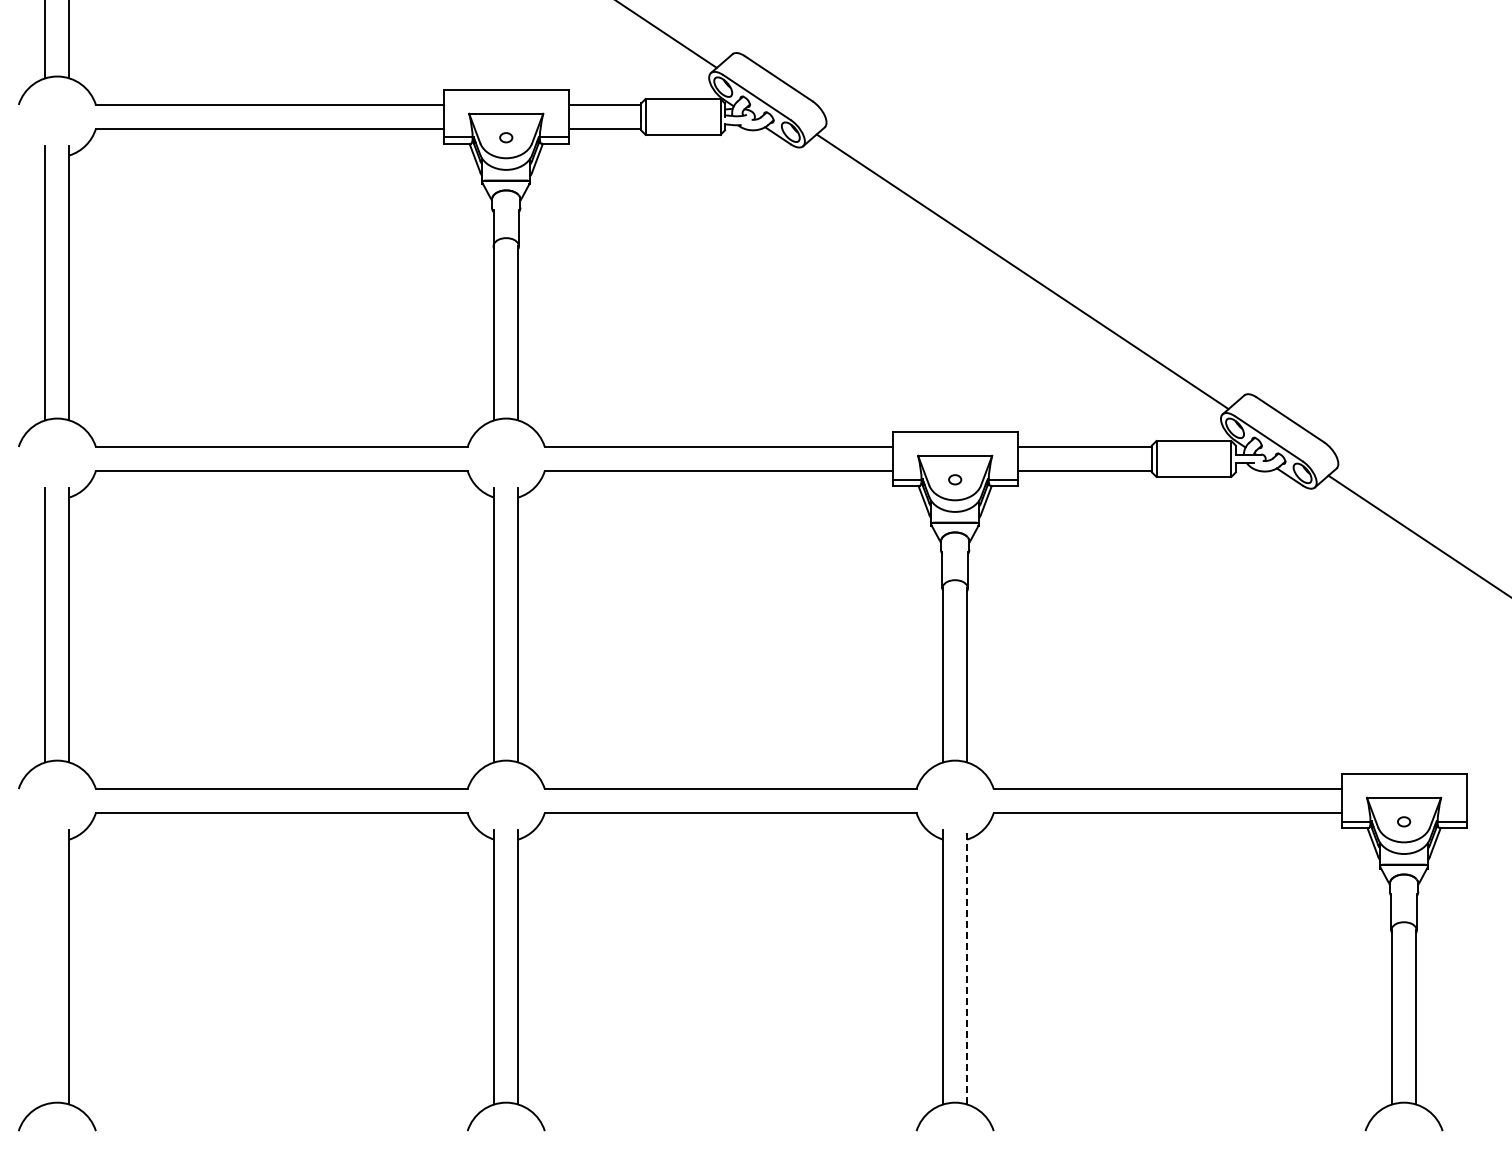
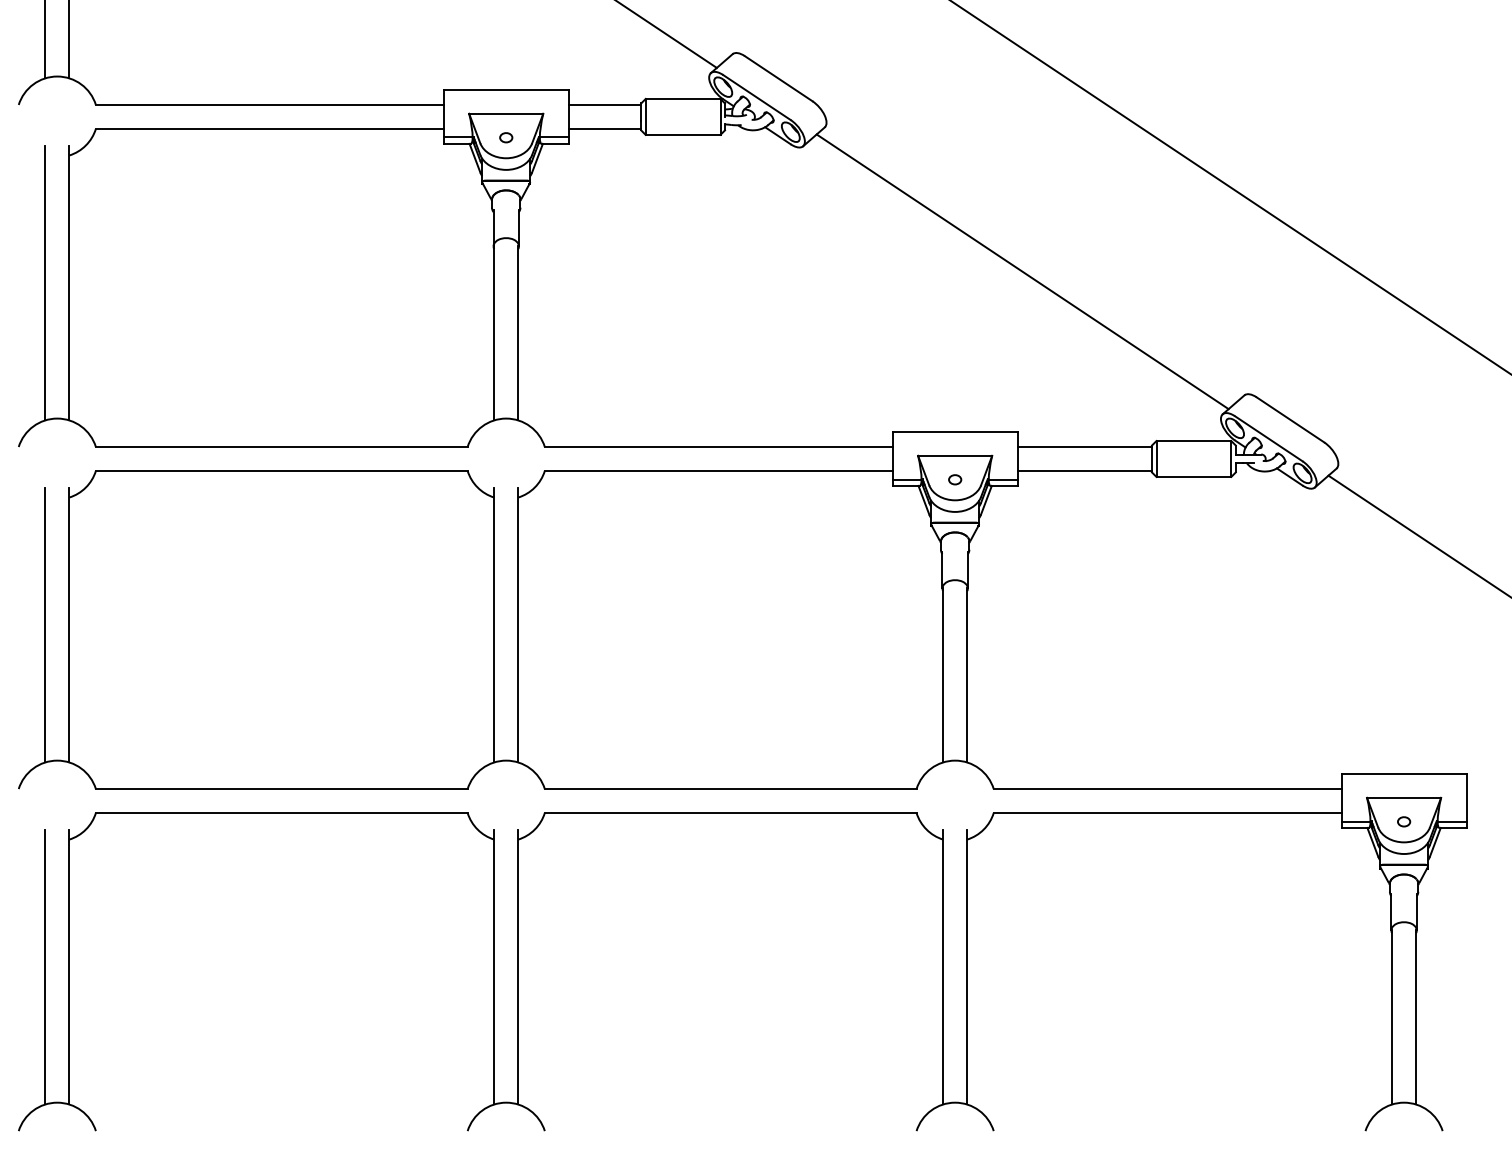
line at (1230, 187): none -> present
line at (967, 966): dashed -> solid
line at (45, 967): none -> present
